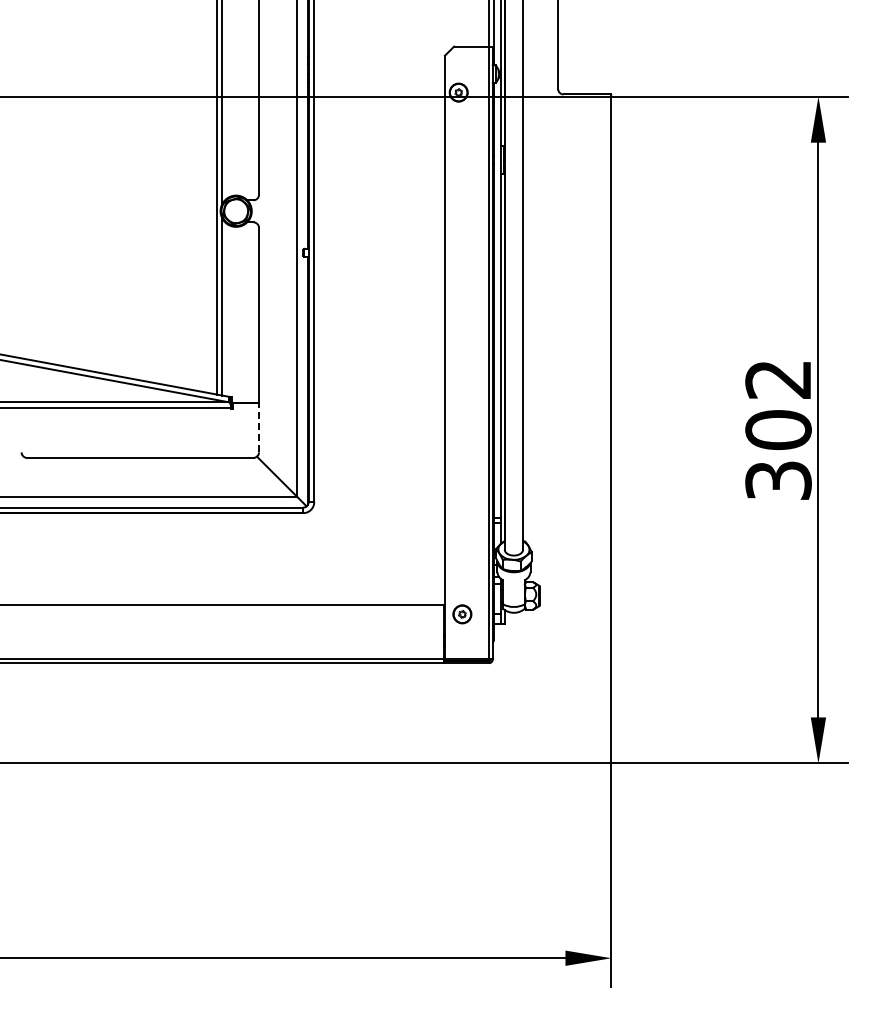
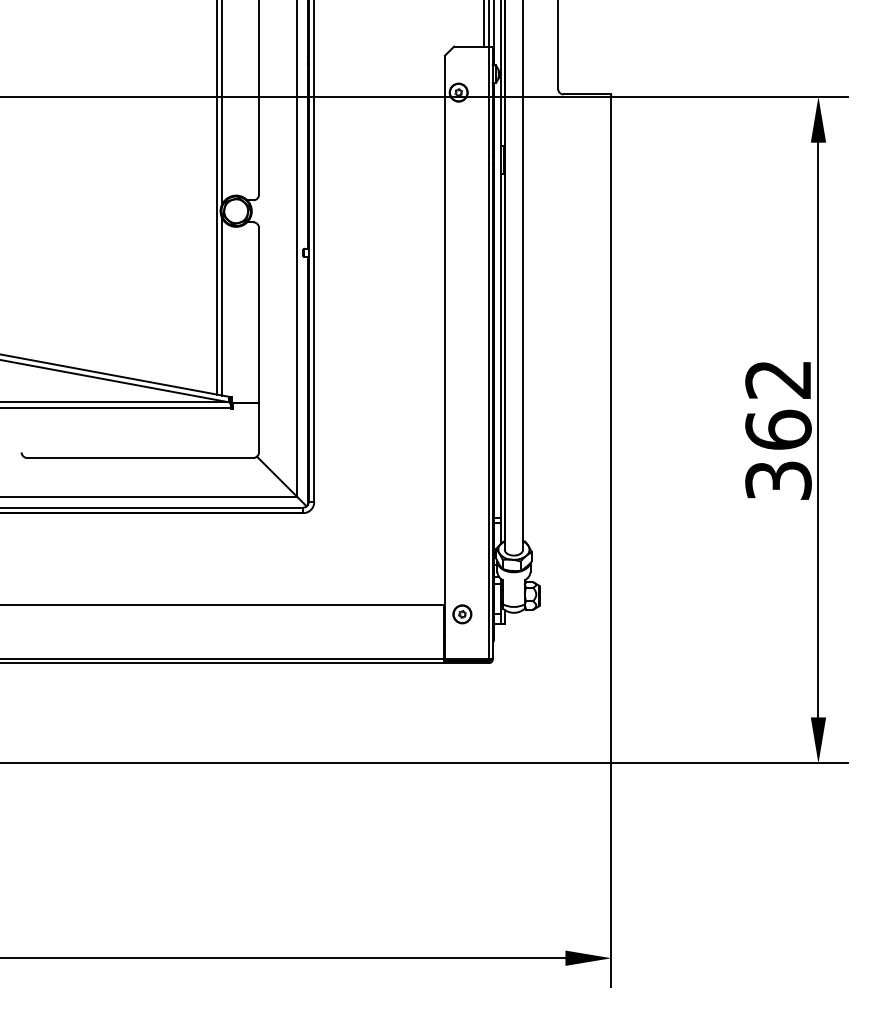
line at (483, 24): none -> present
line at (259, 427): dashed -> solid
text at (778, 429): 302 -> 362
